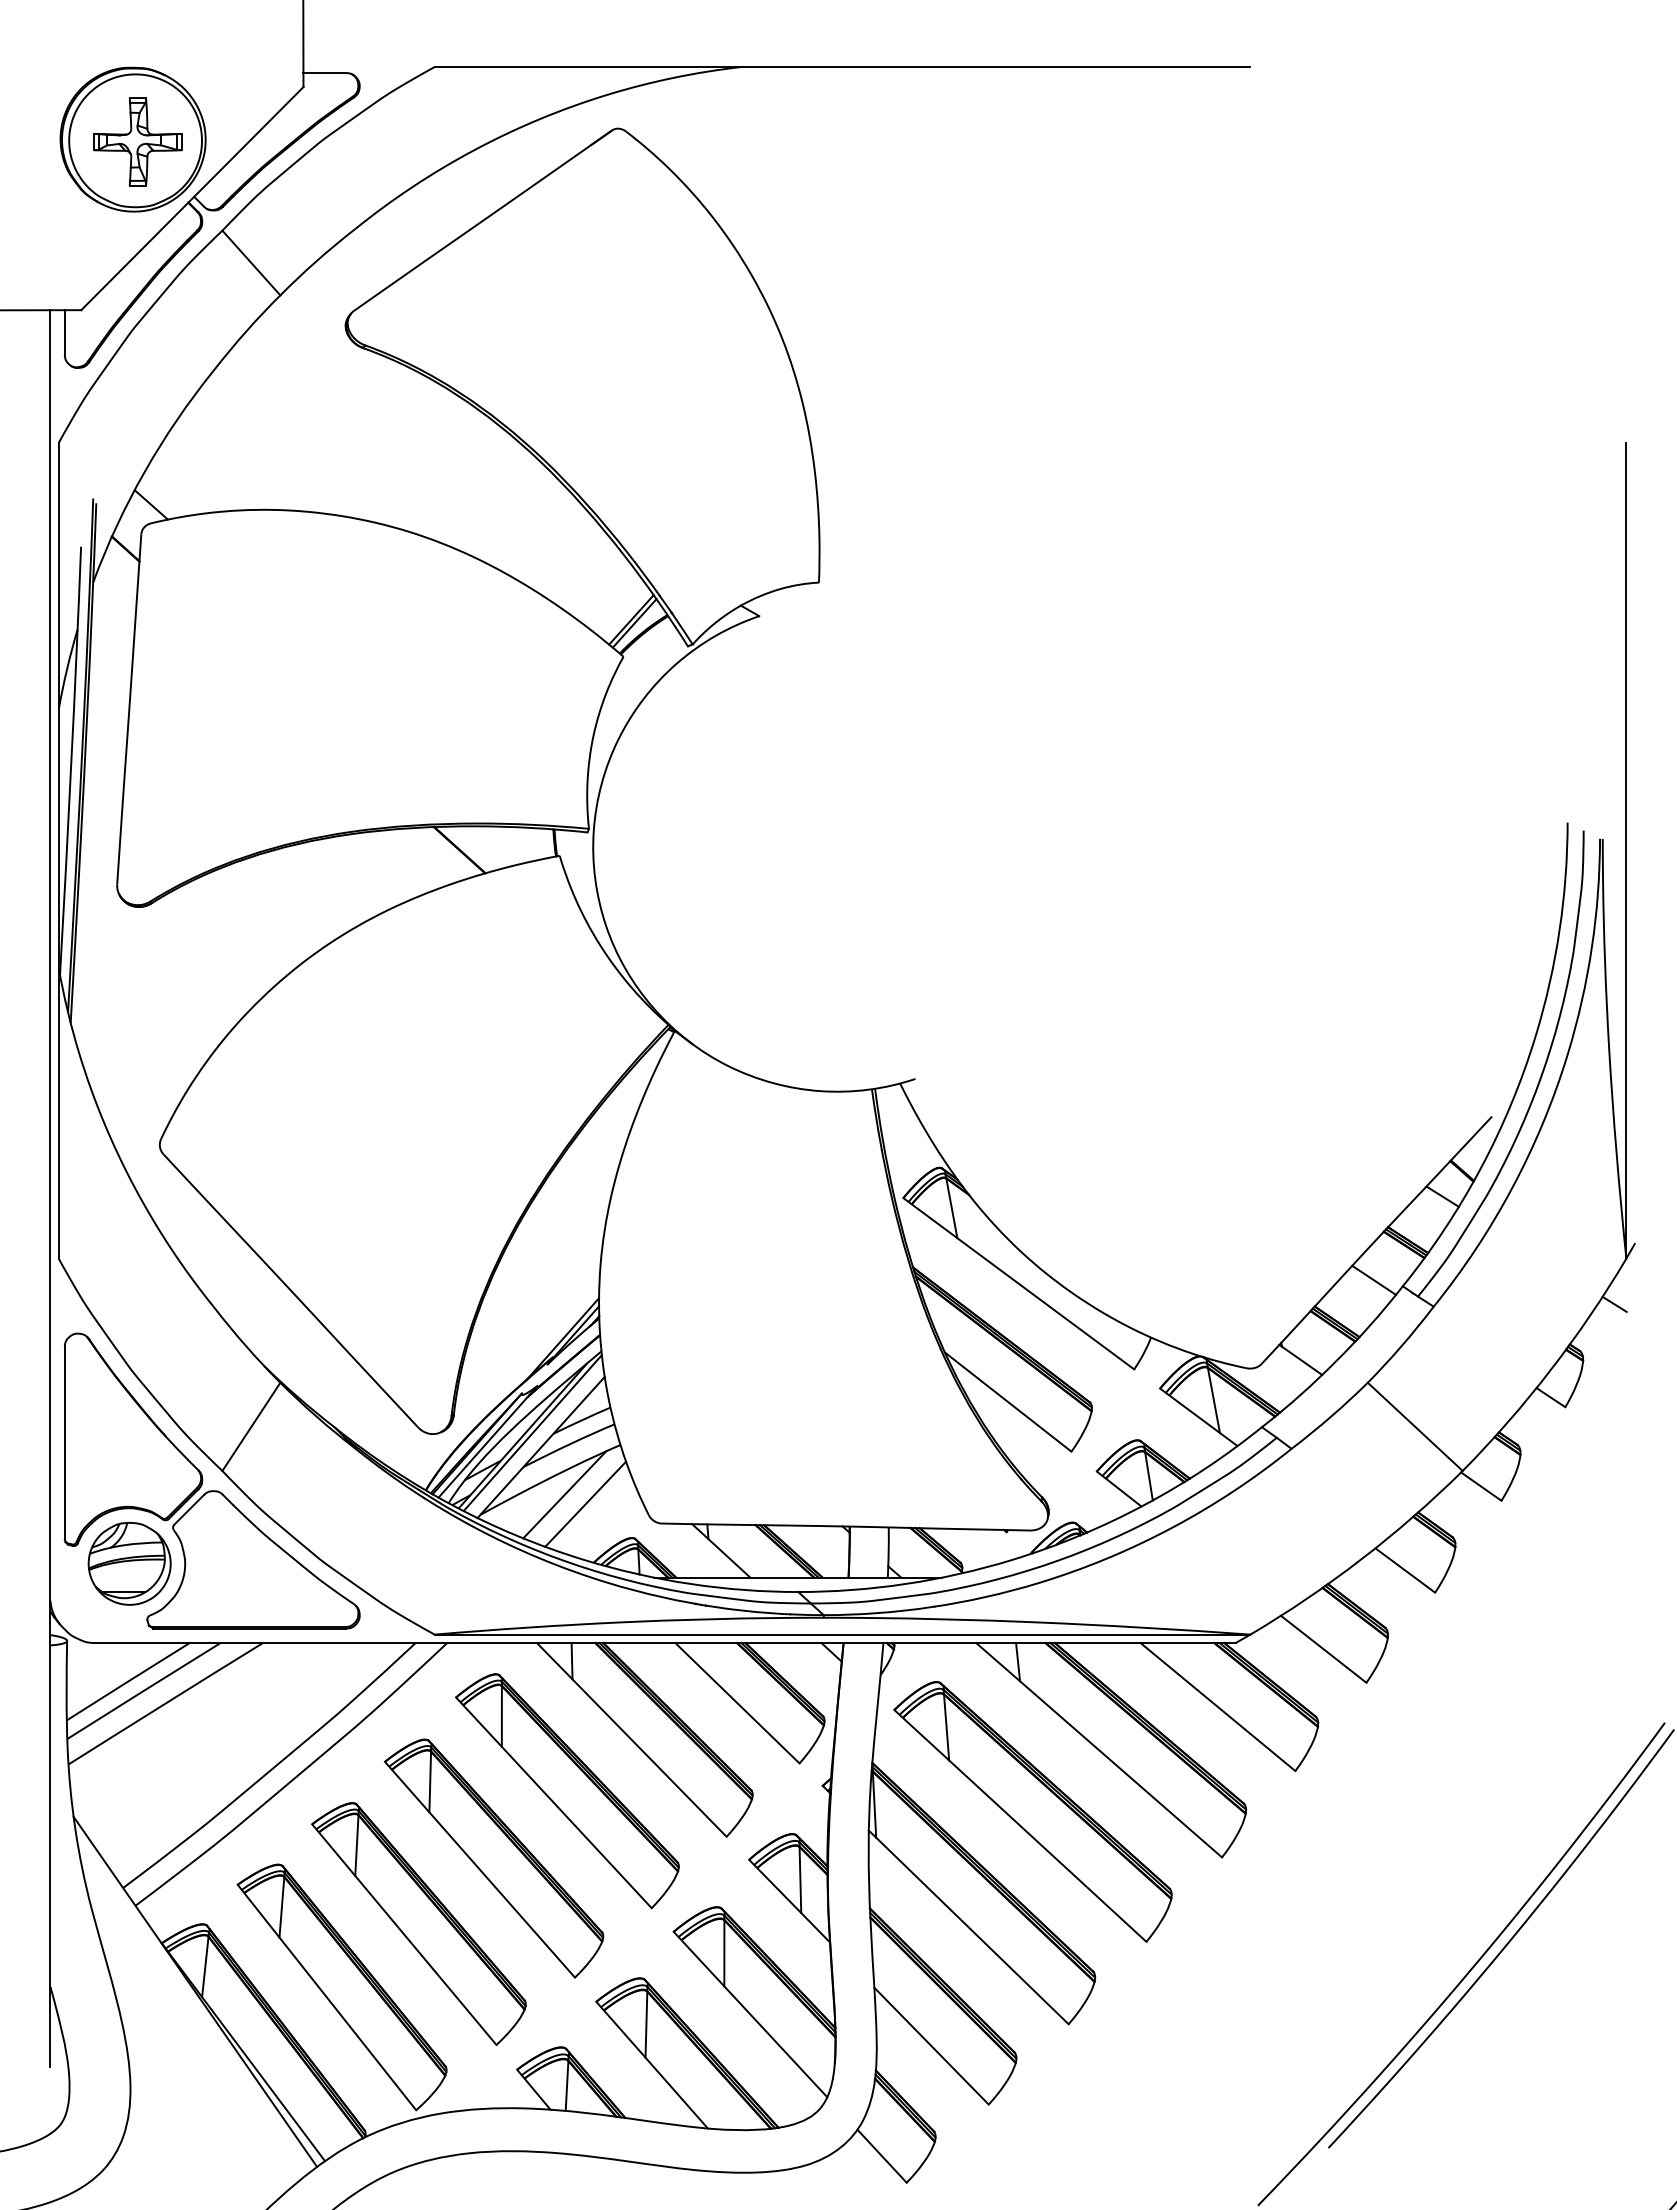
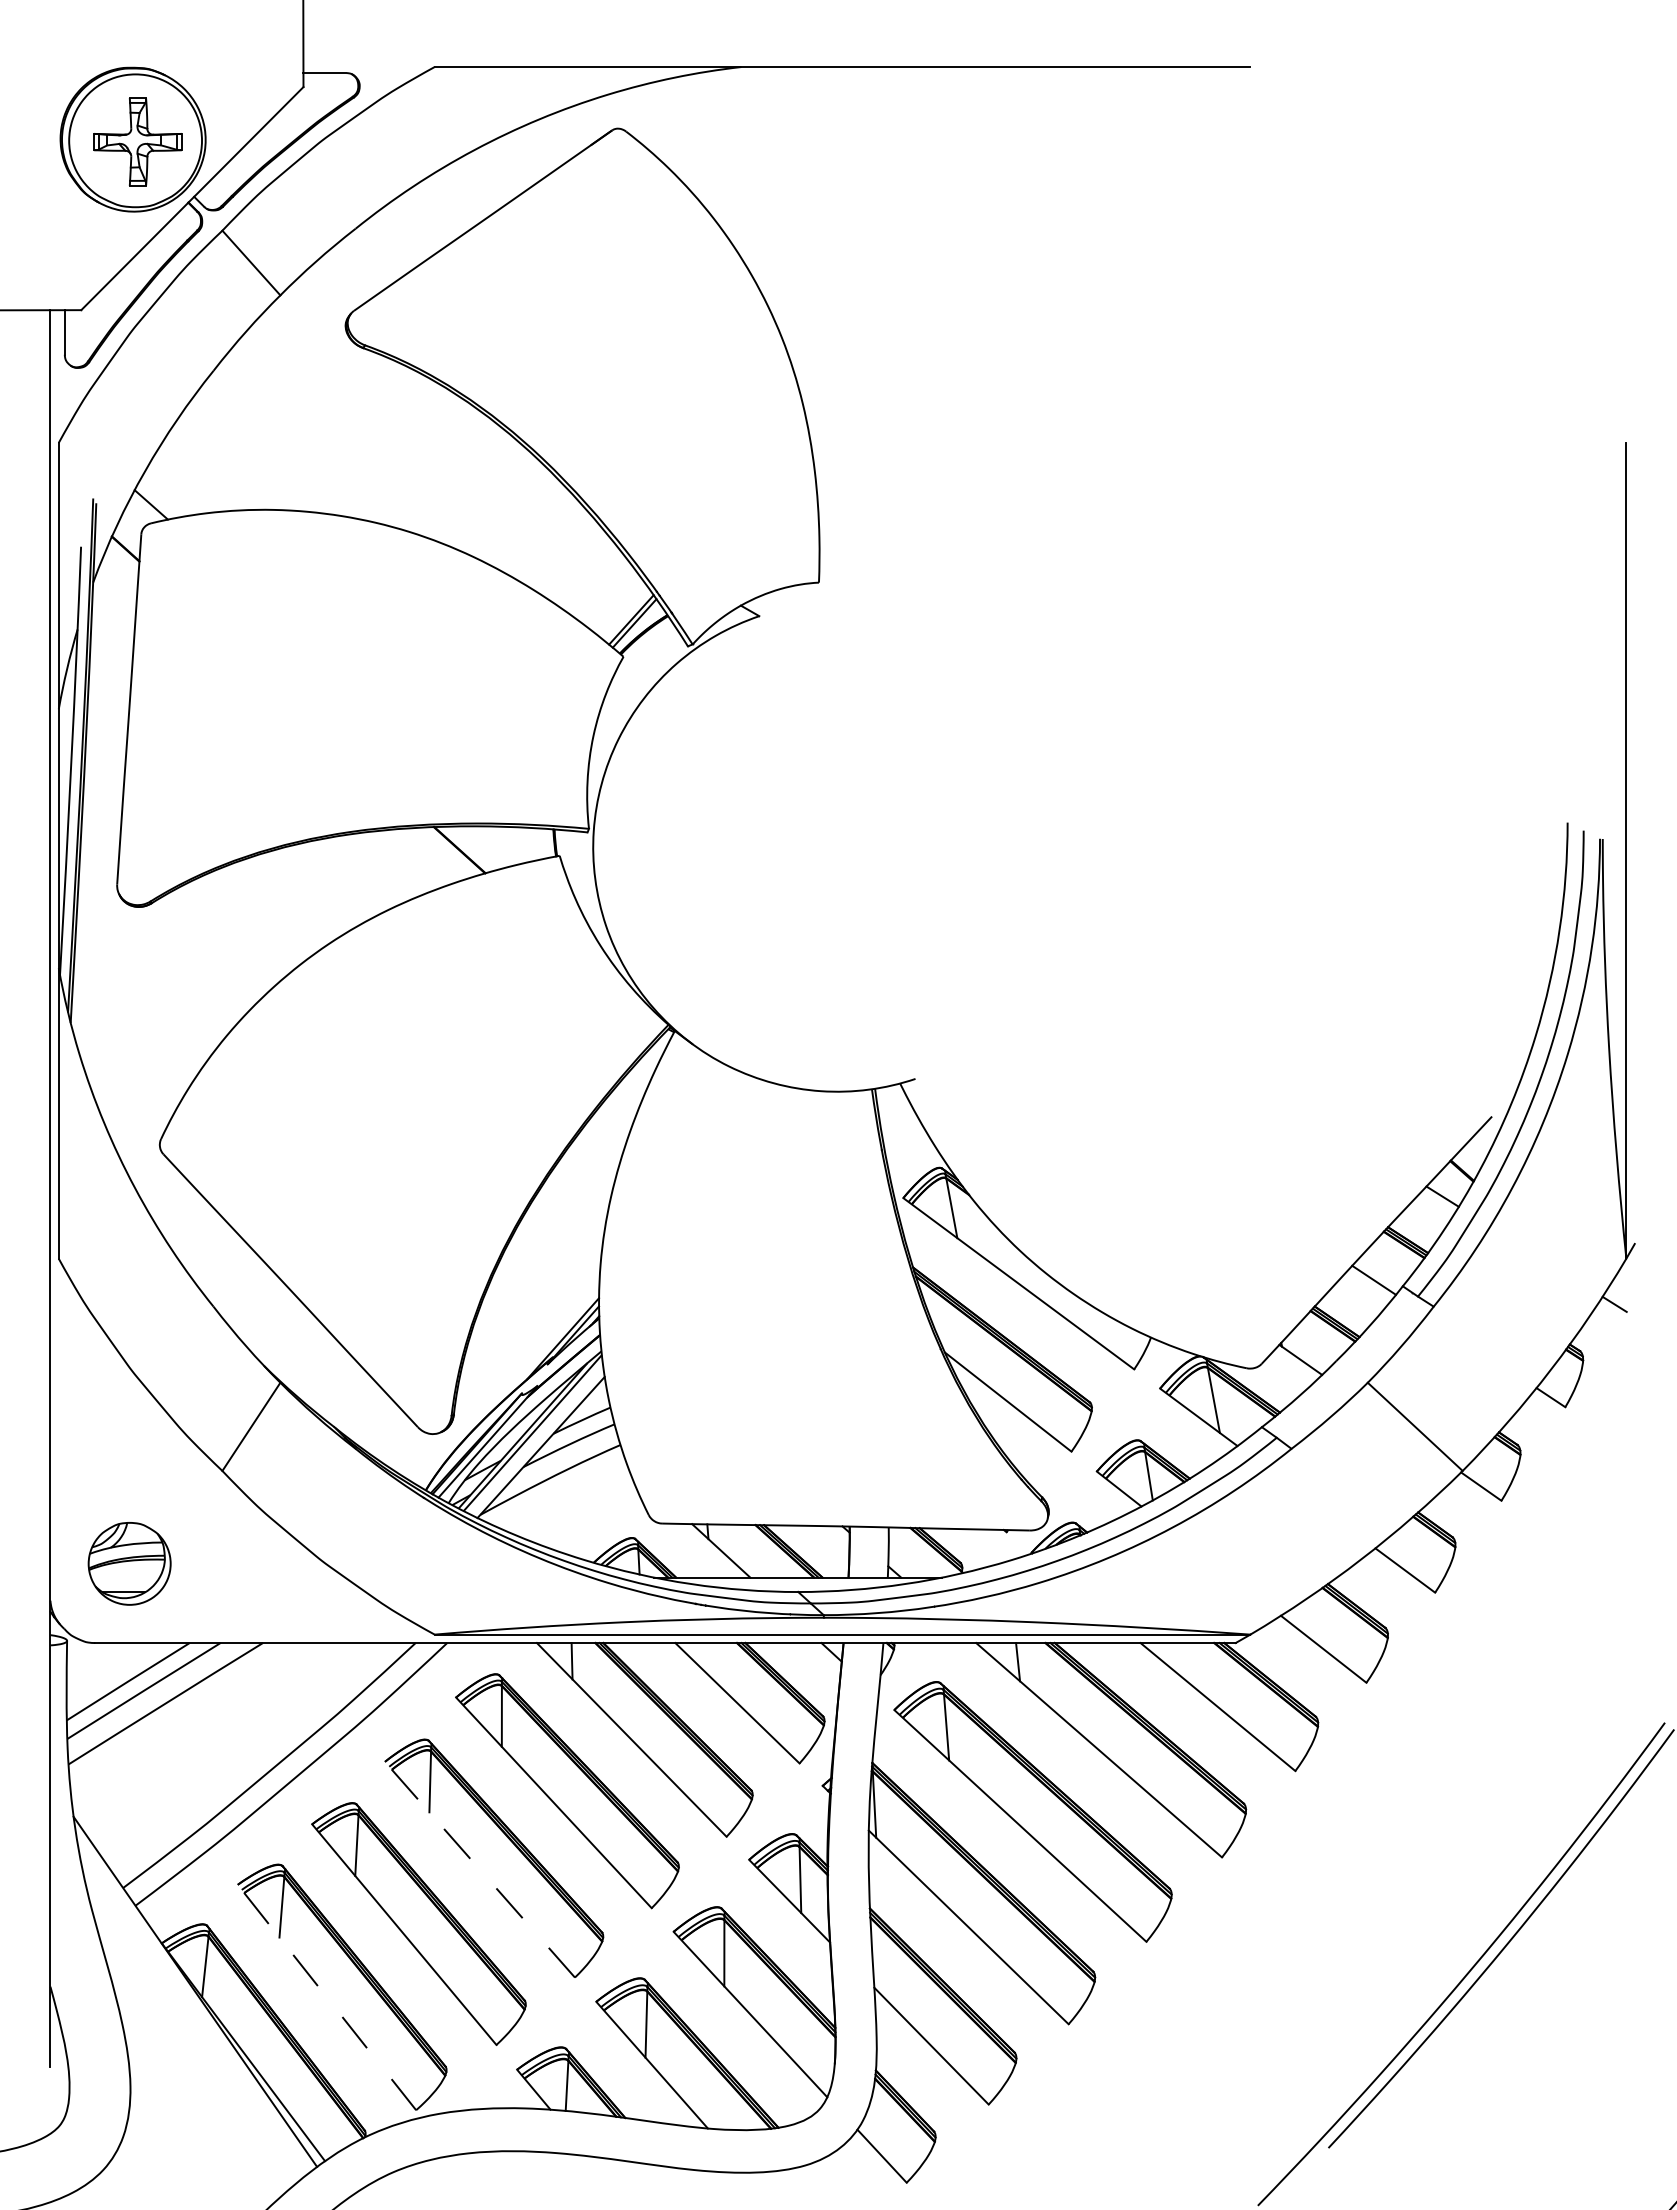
part at (203, 1480): present -> none
line at (564, 1494): present -> none
line at (585, 1503): present -> none
line at (479, 1869): solid -> dashed
line at (326, 1997): solid -> dashed
